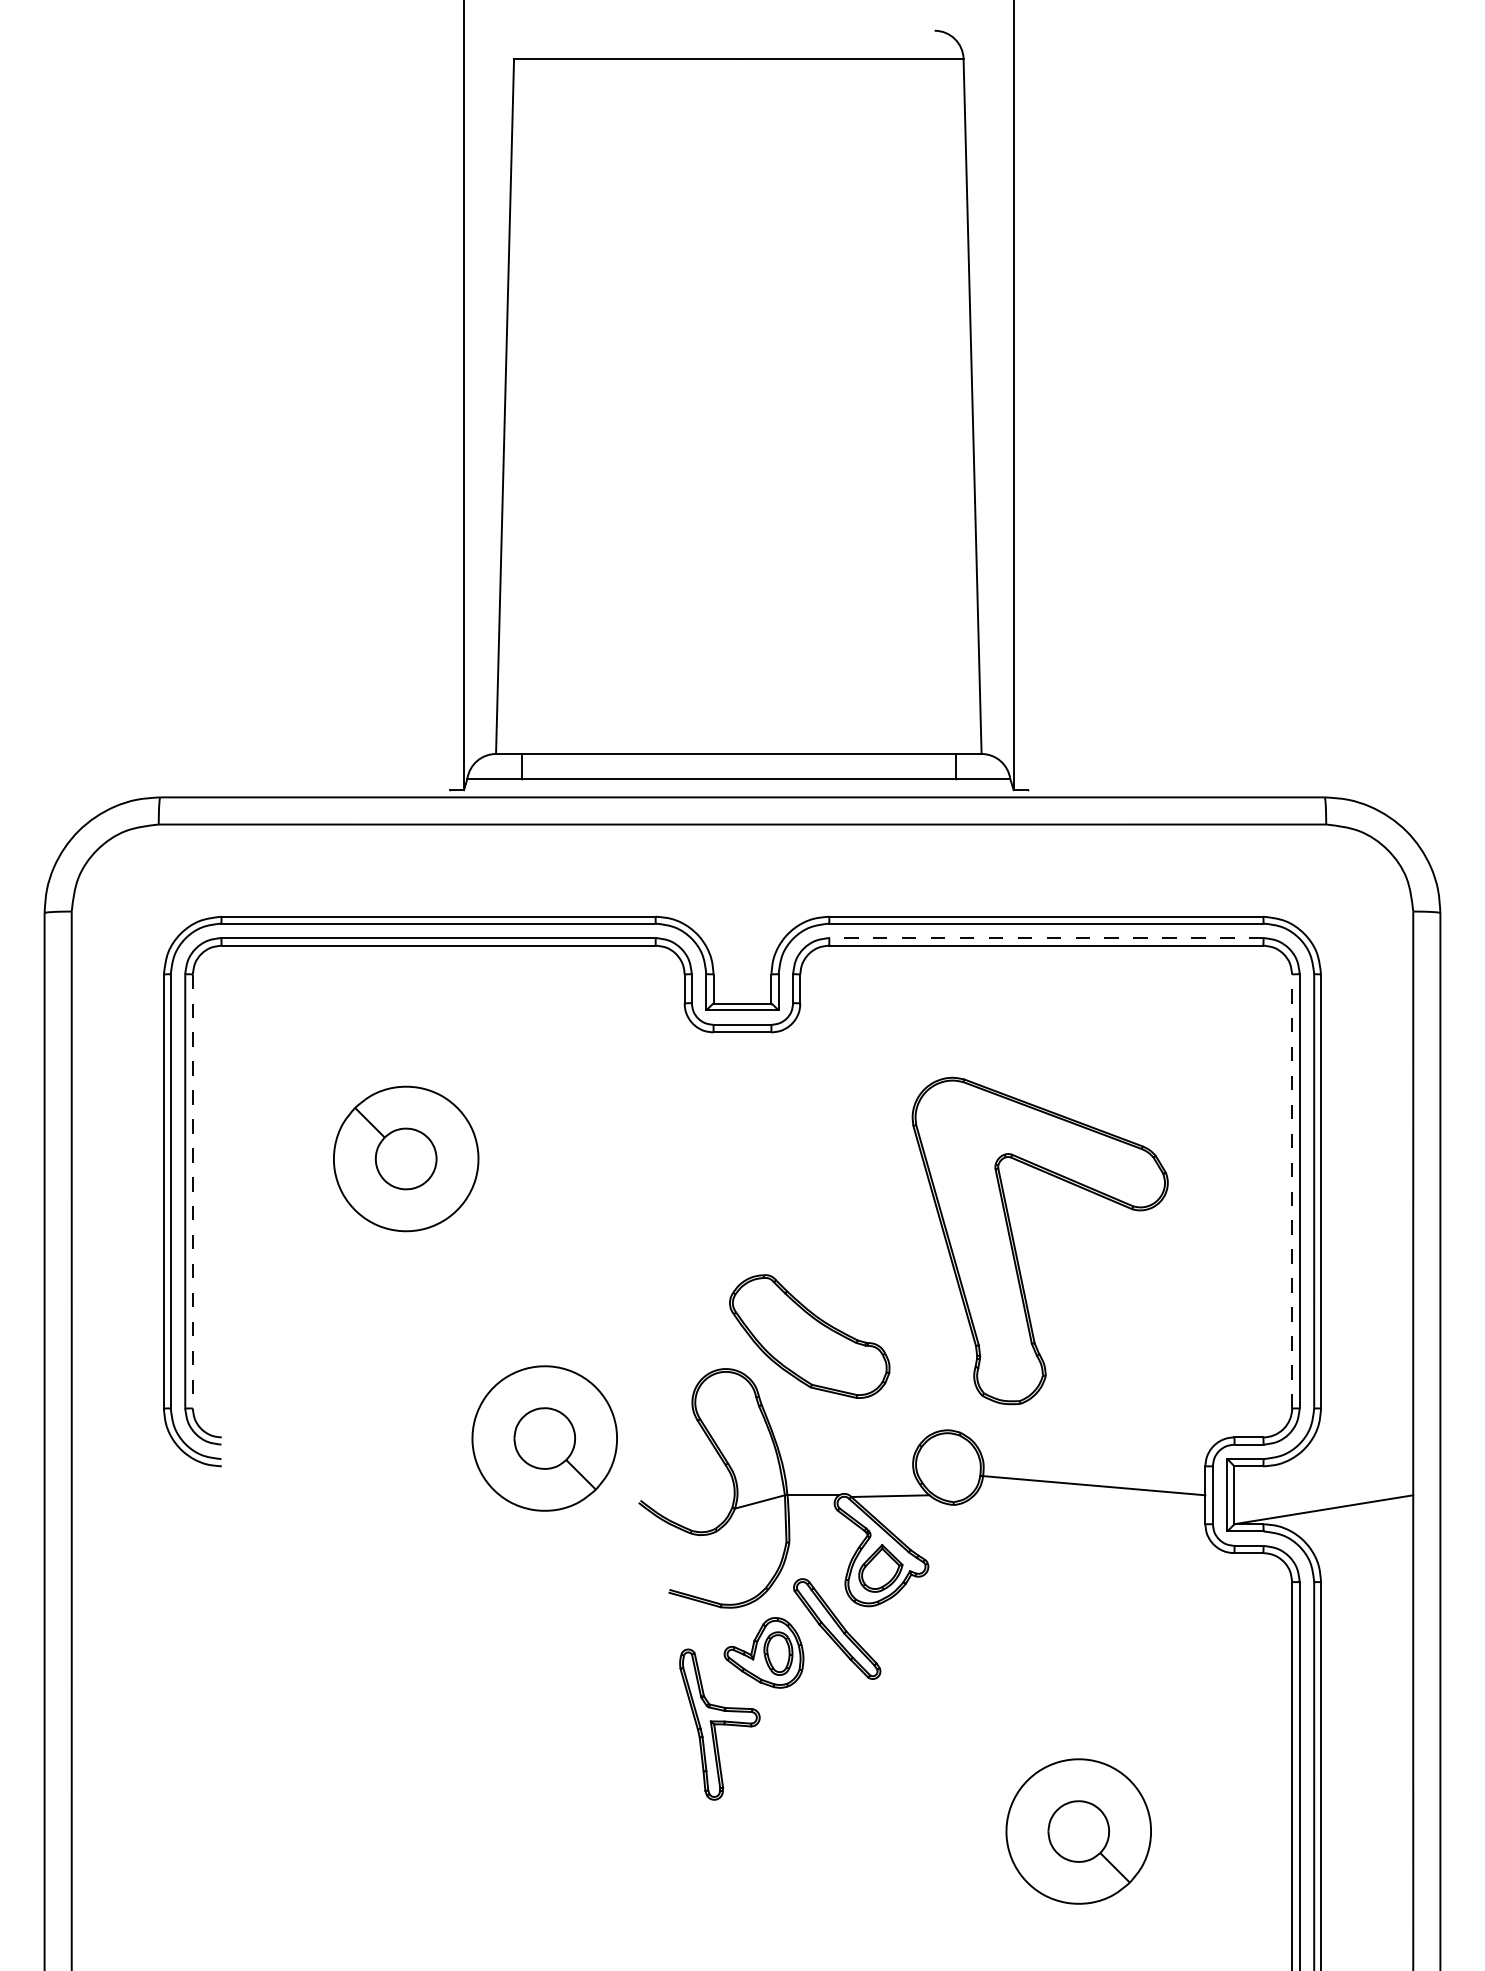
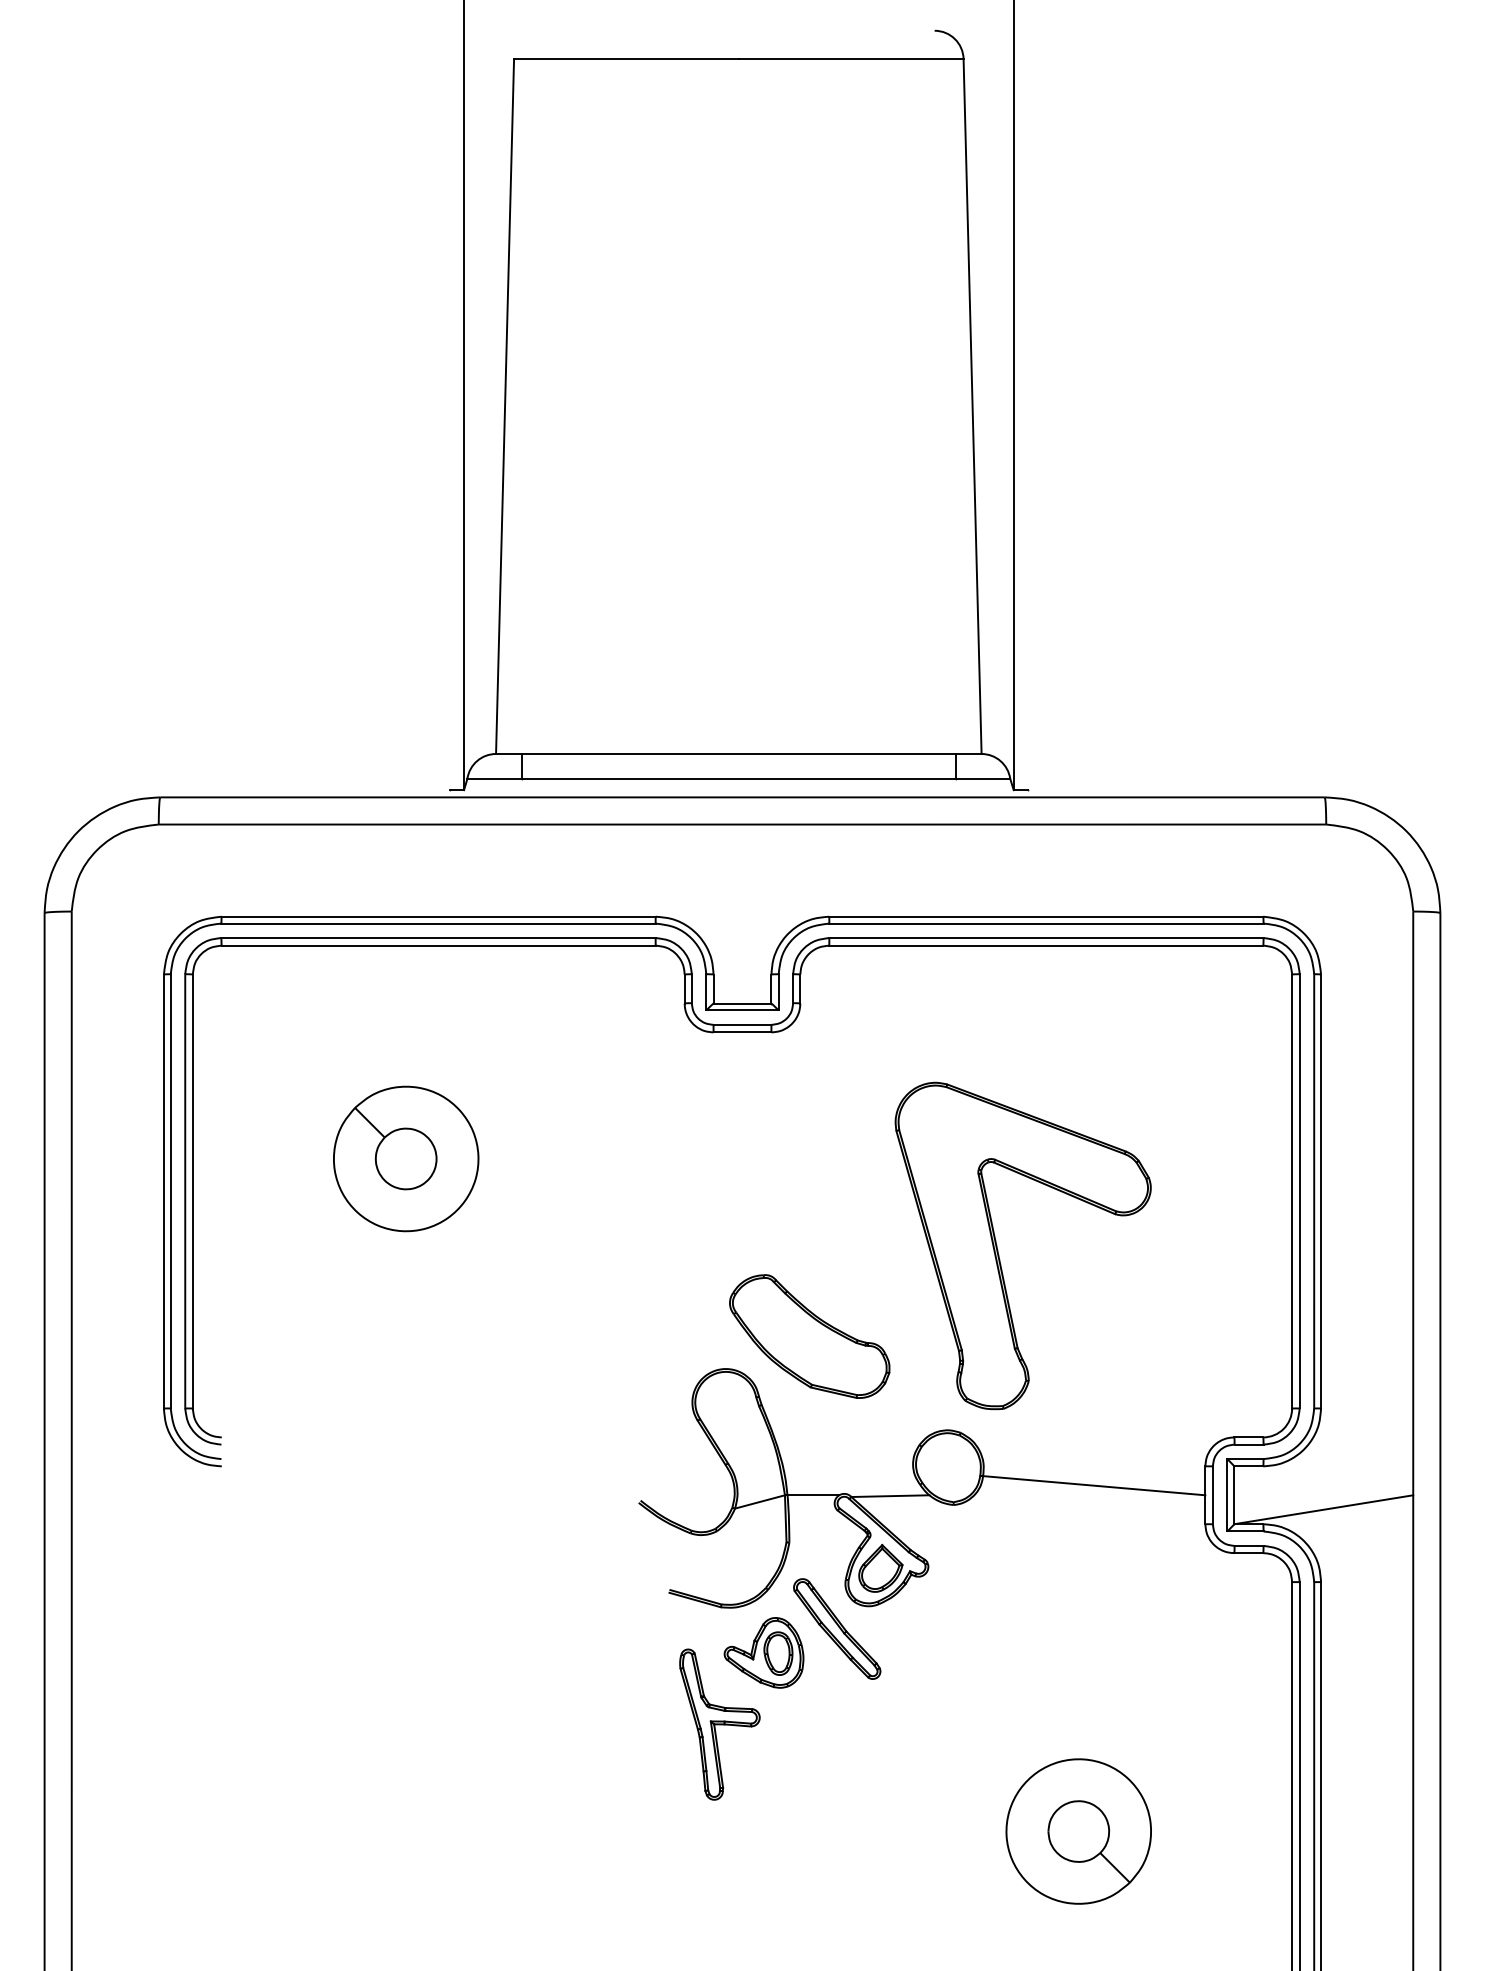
line at (1045, 938): dashed -> solid
line at (192, 1191): dashed -> solid
line at (1292, 1191): dashed -> solid
part at (1015, 1245) position: (1015, 1245) -> (998, 1250)
part at (544, 1438): present -> none
